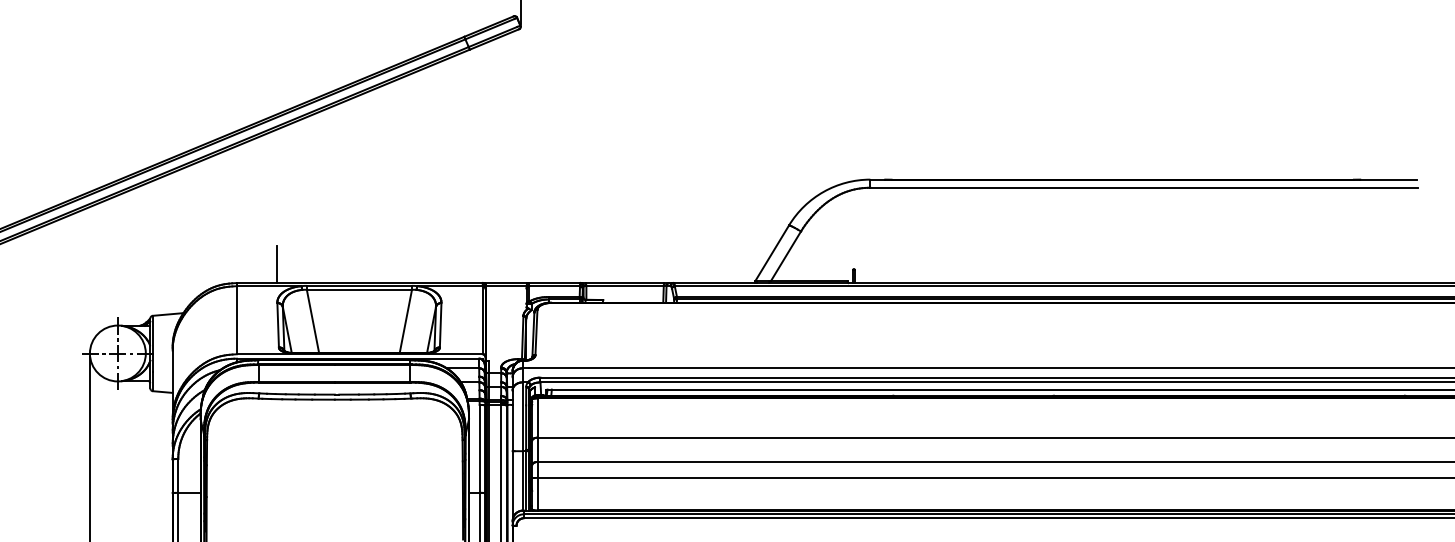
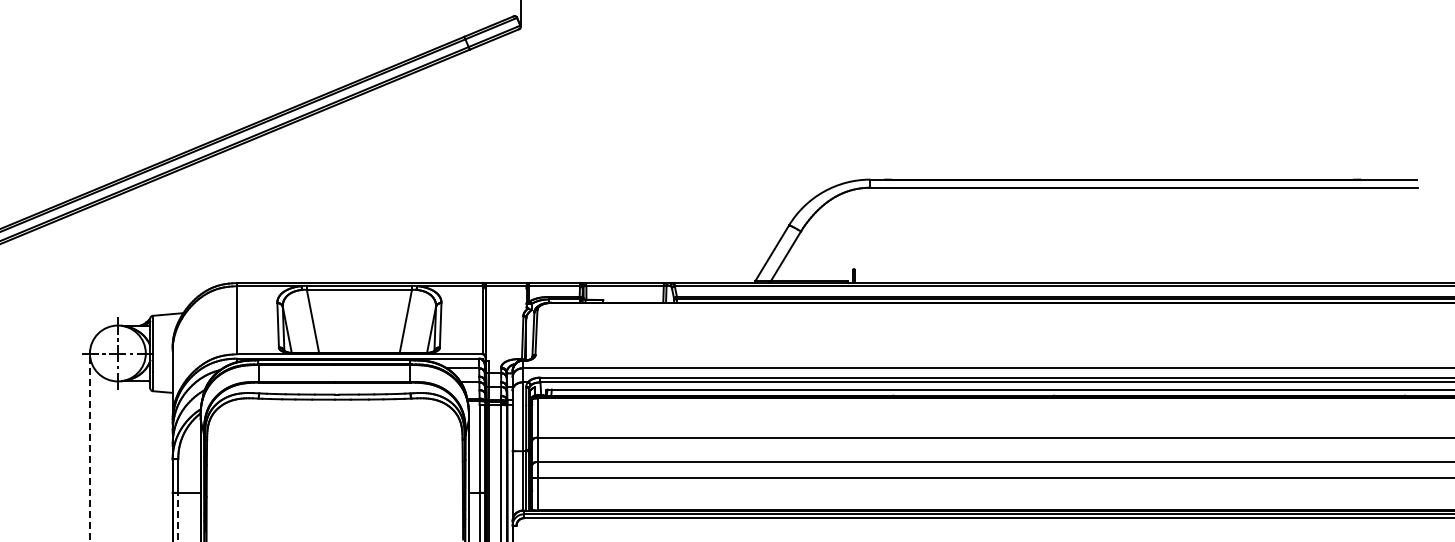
line at (276, 264): present -> none
line at (89, 449): solid -> dashed
line at (178, 516): solid -> dashed
